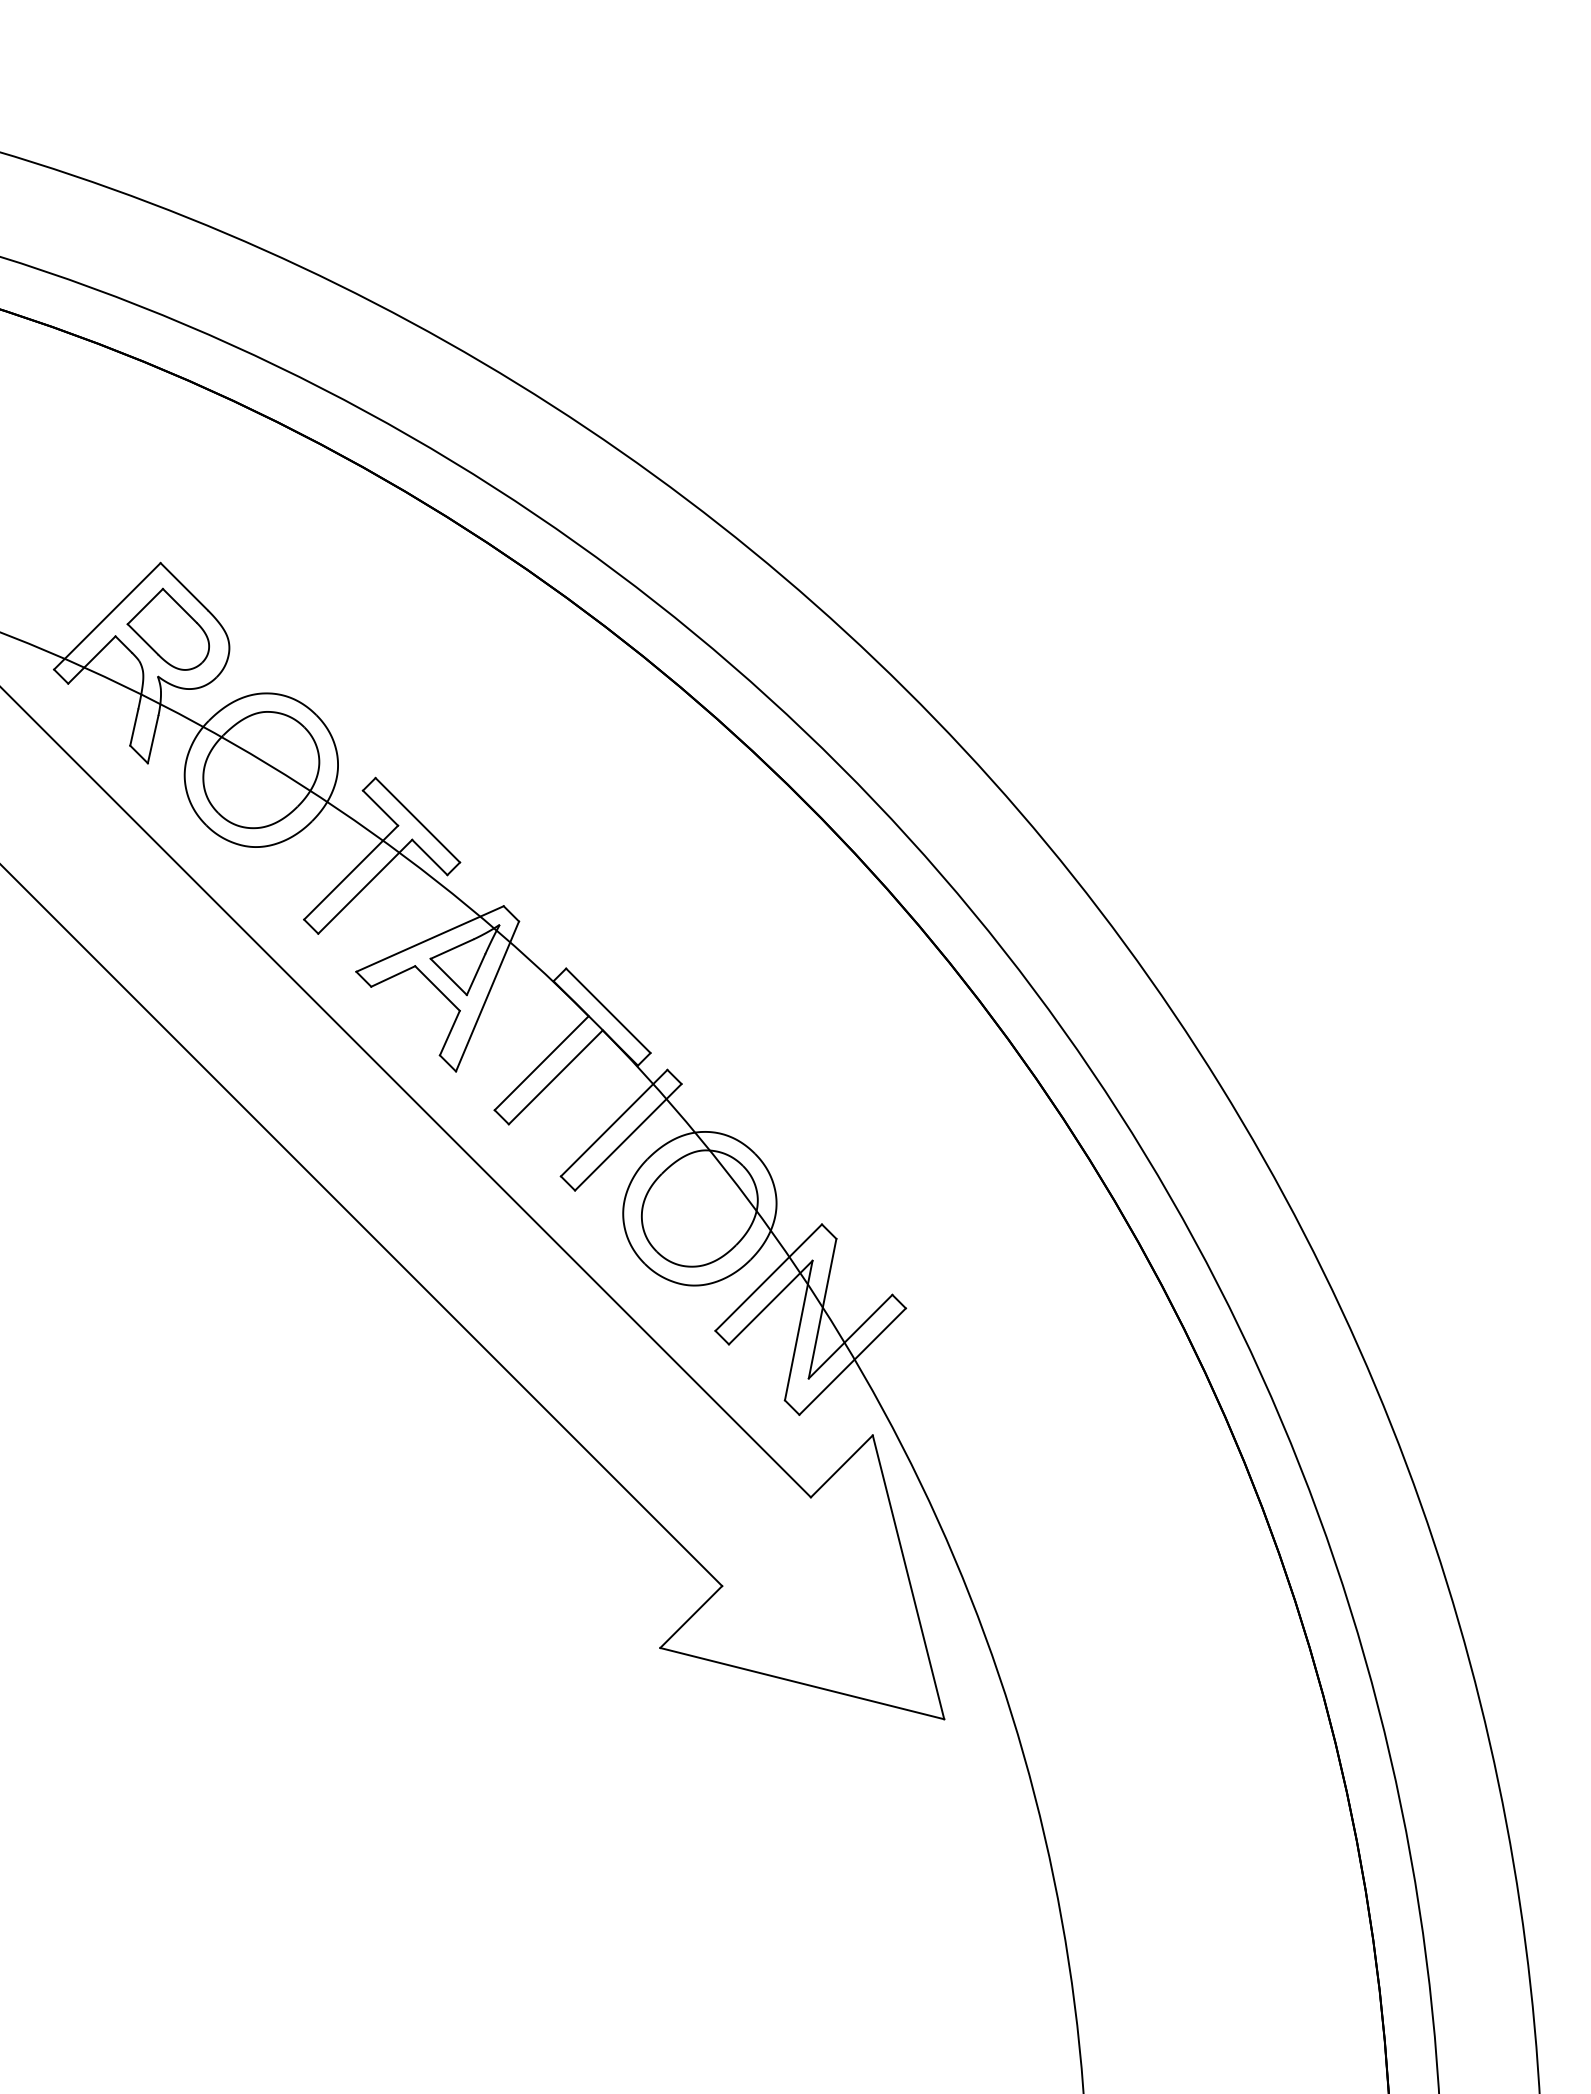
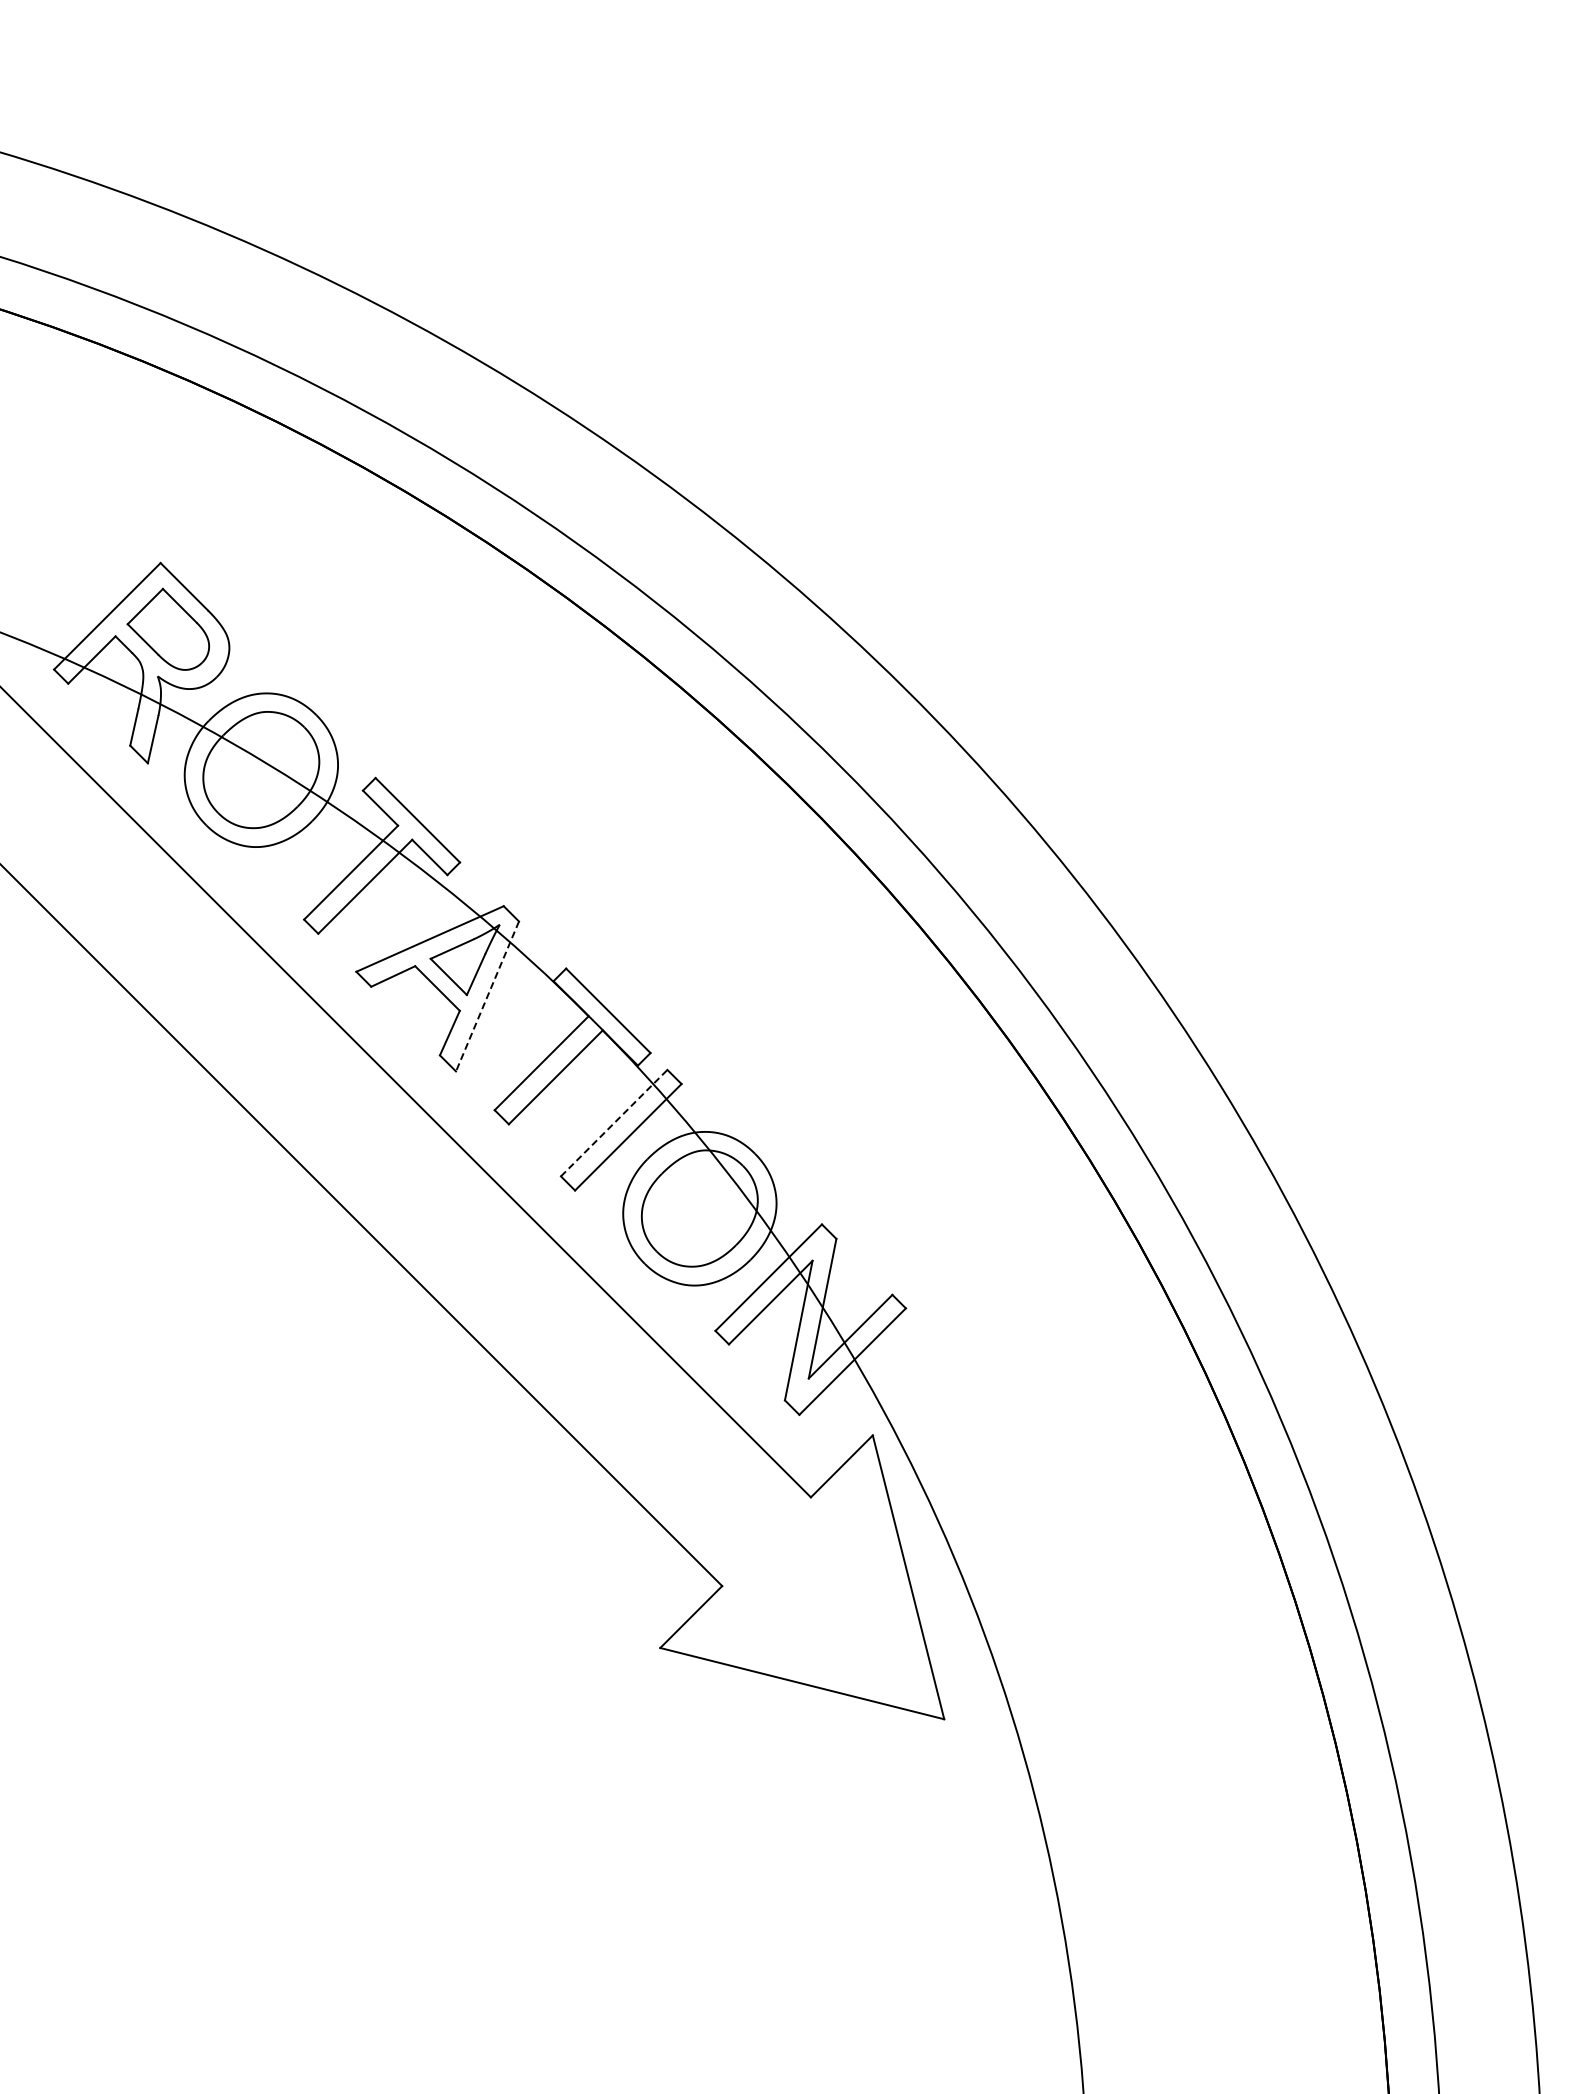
line at (487, 996): solid -> dashed
line at (614, 1122): solid -> dashed
